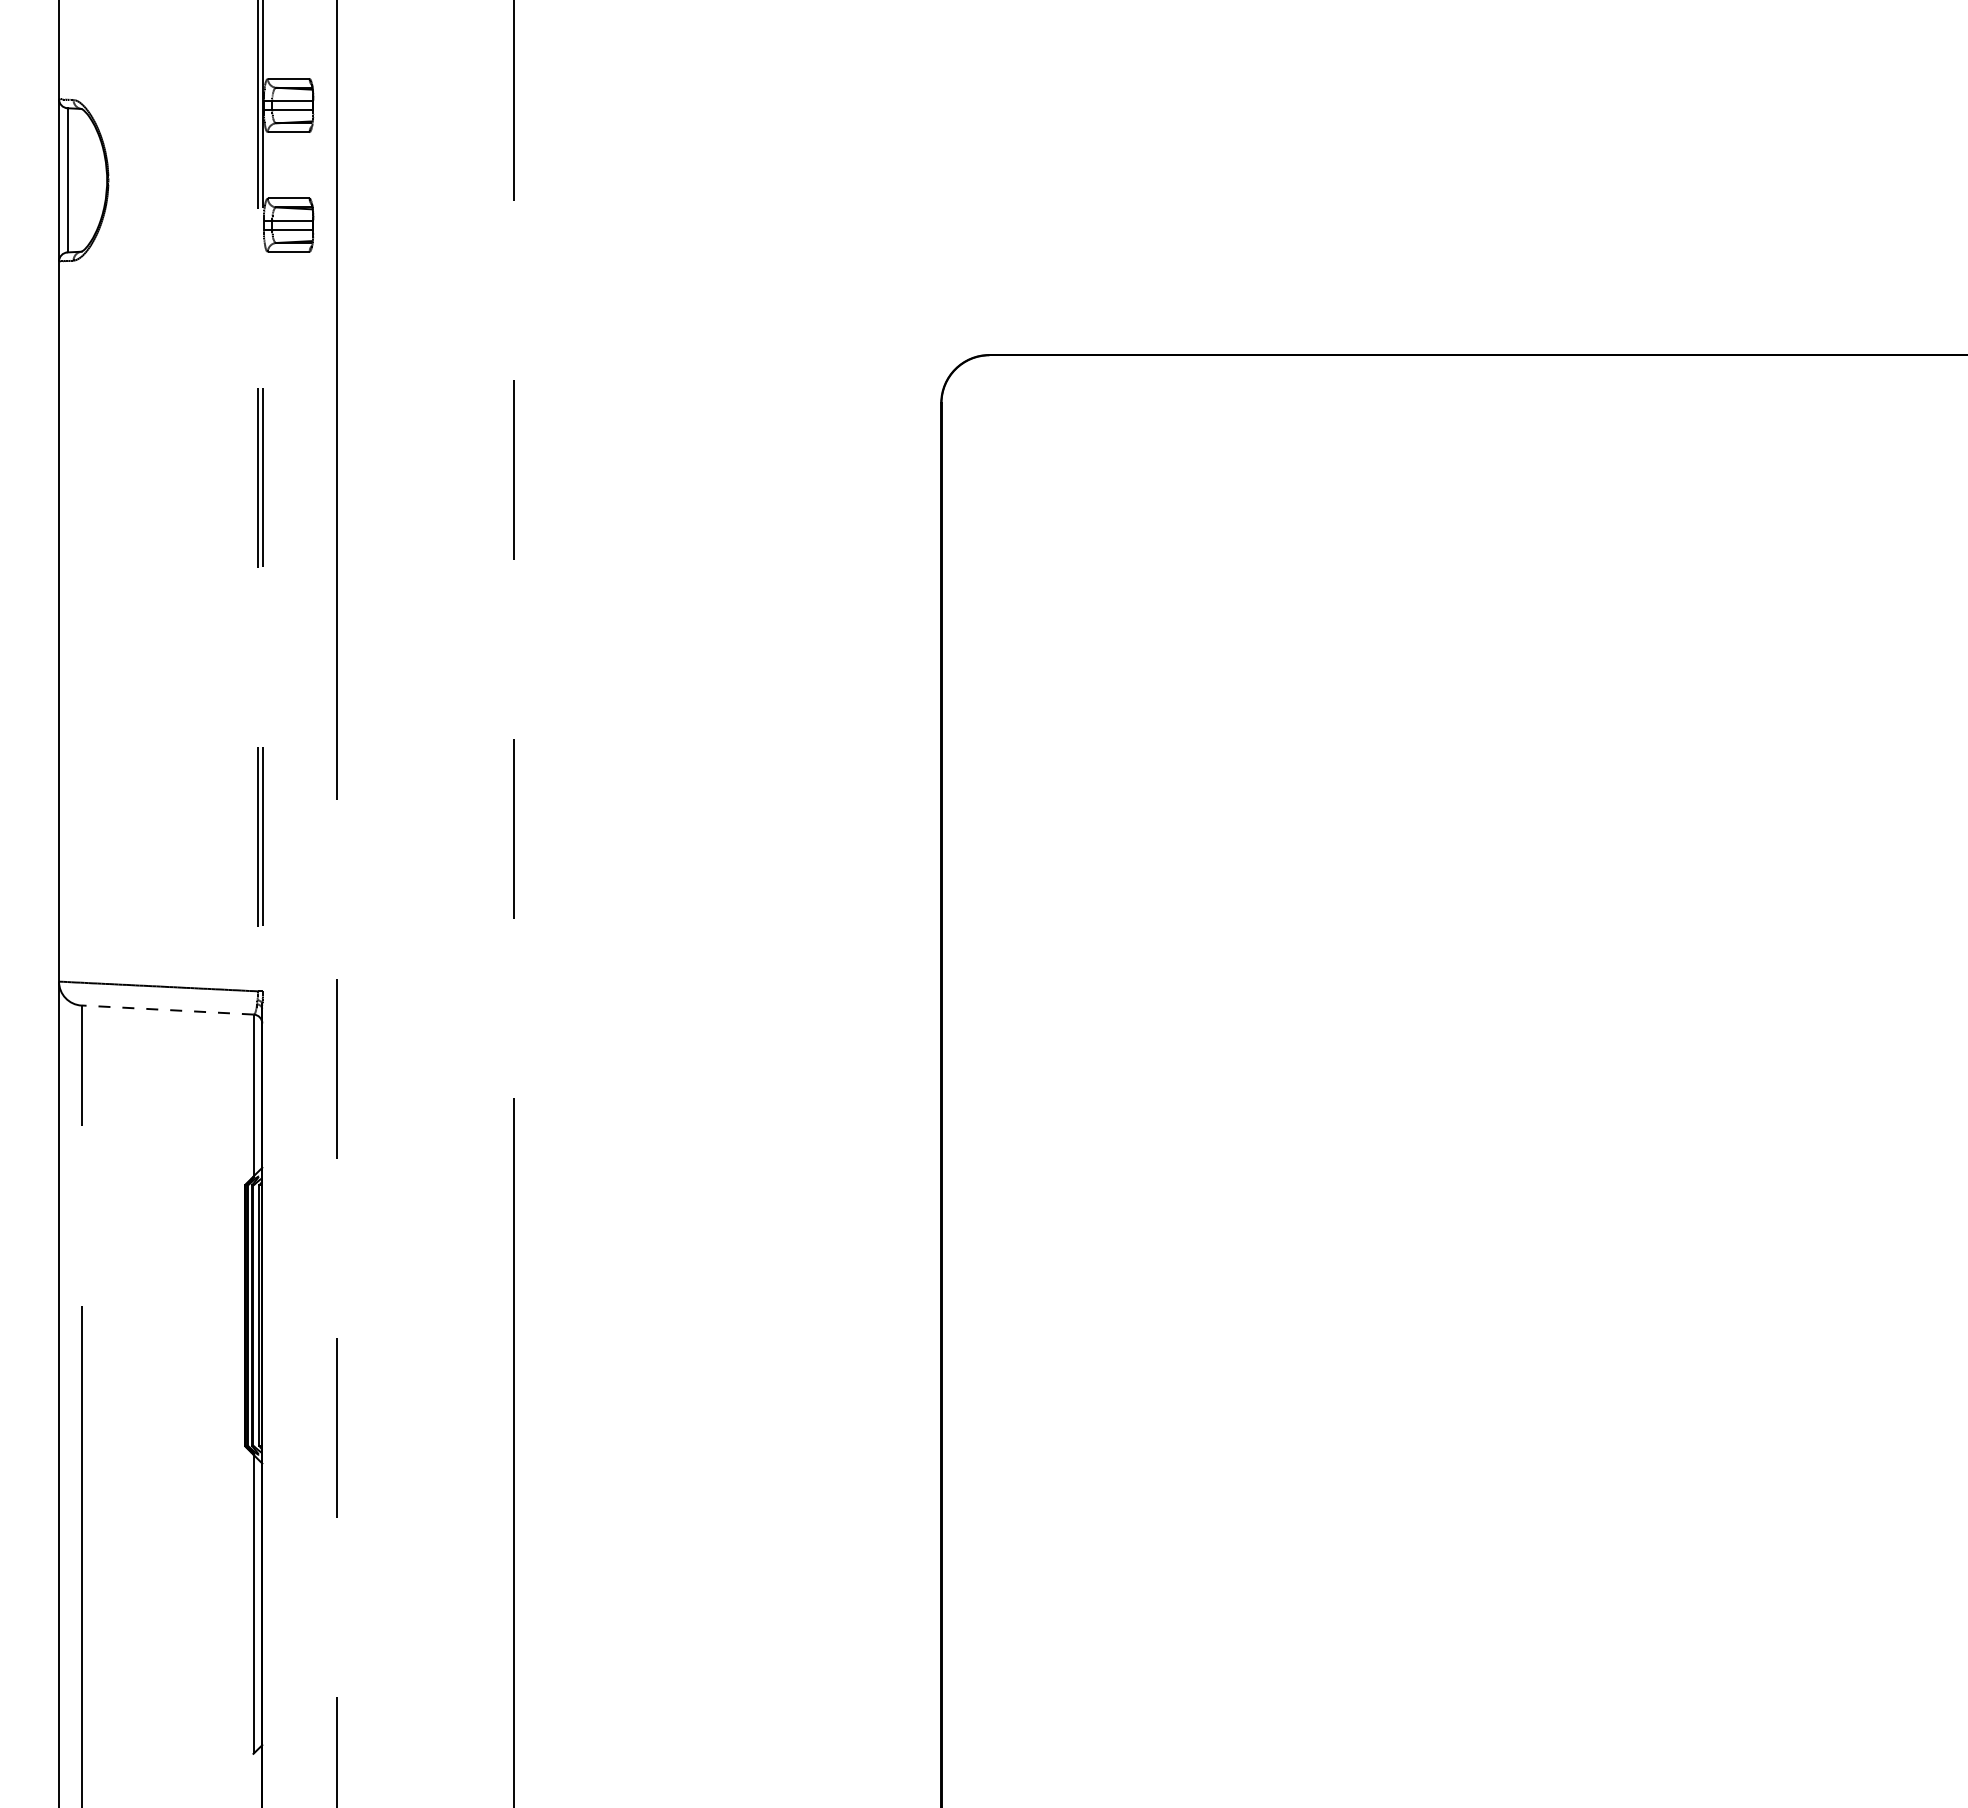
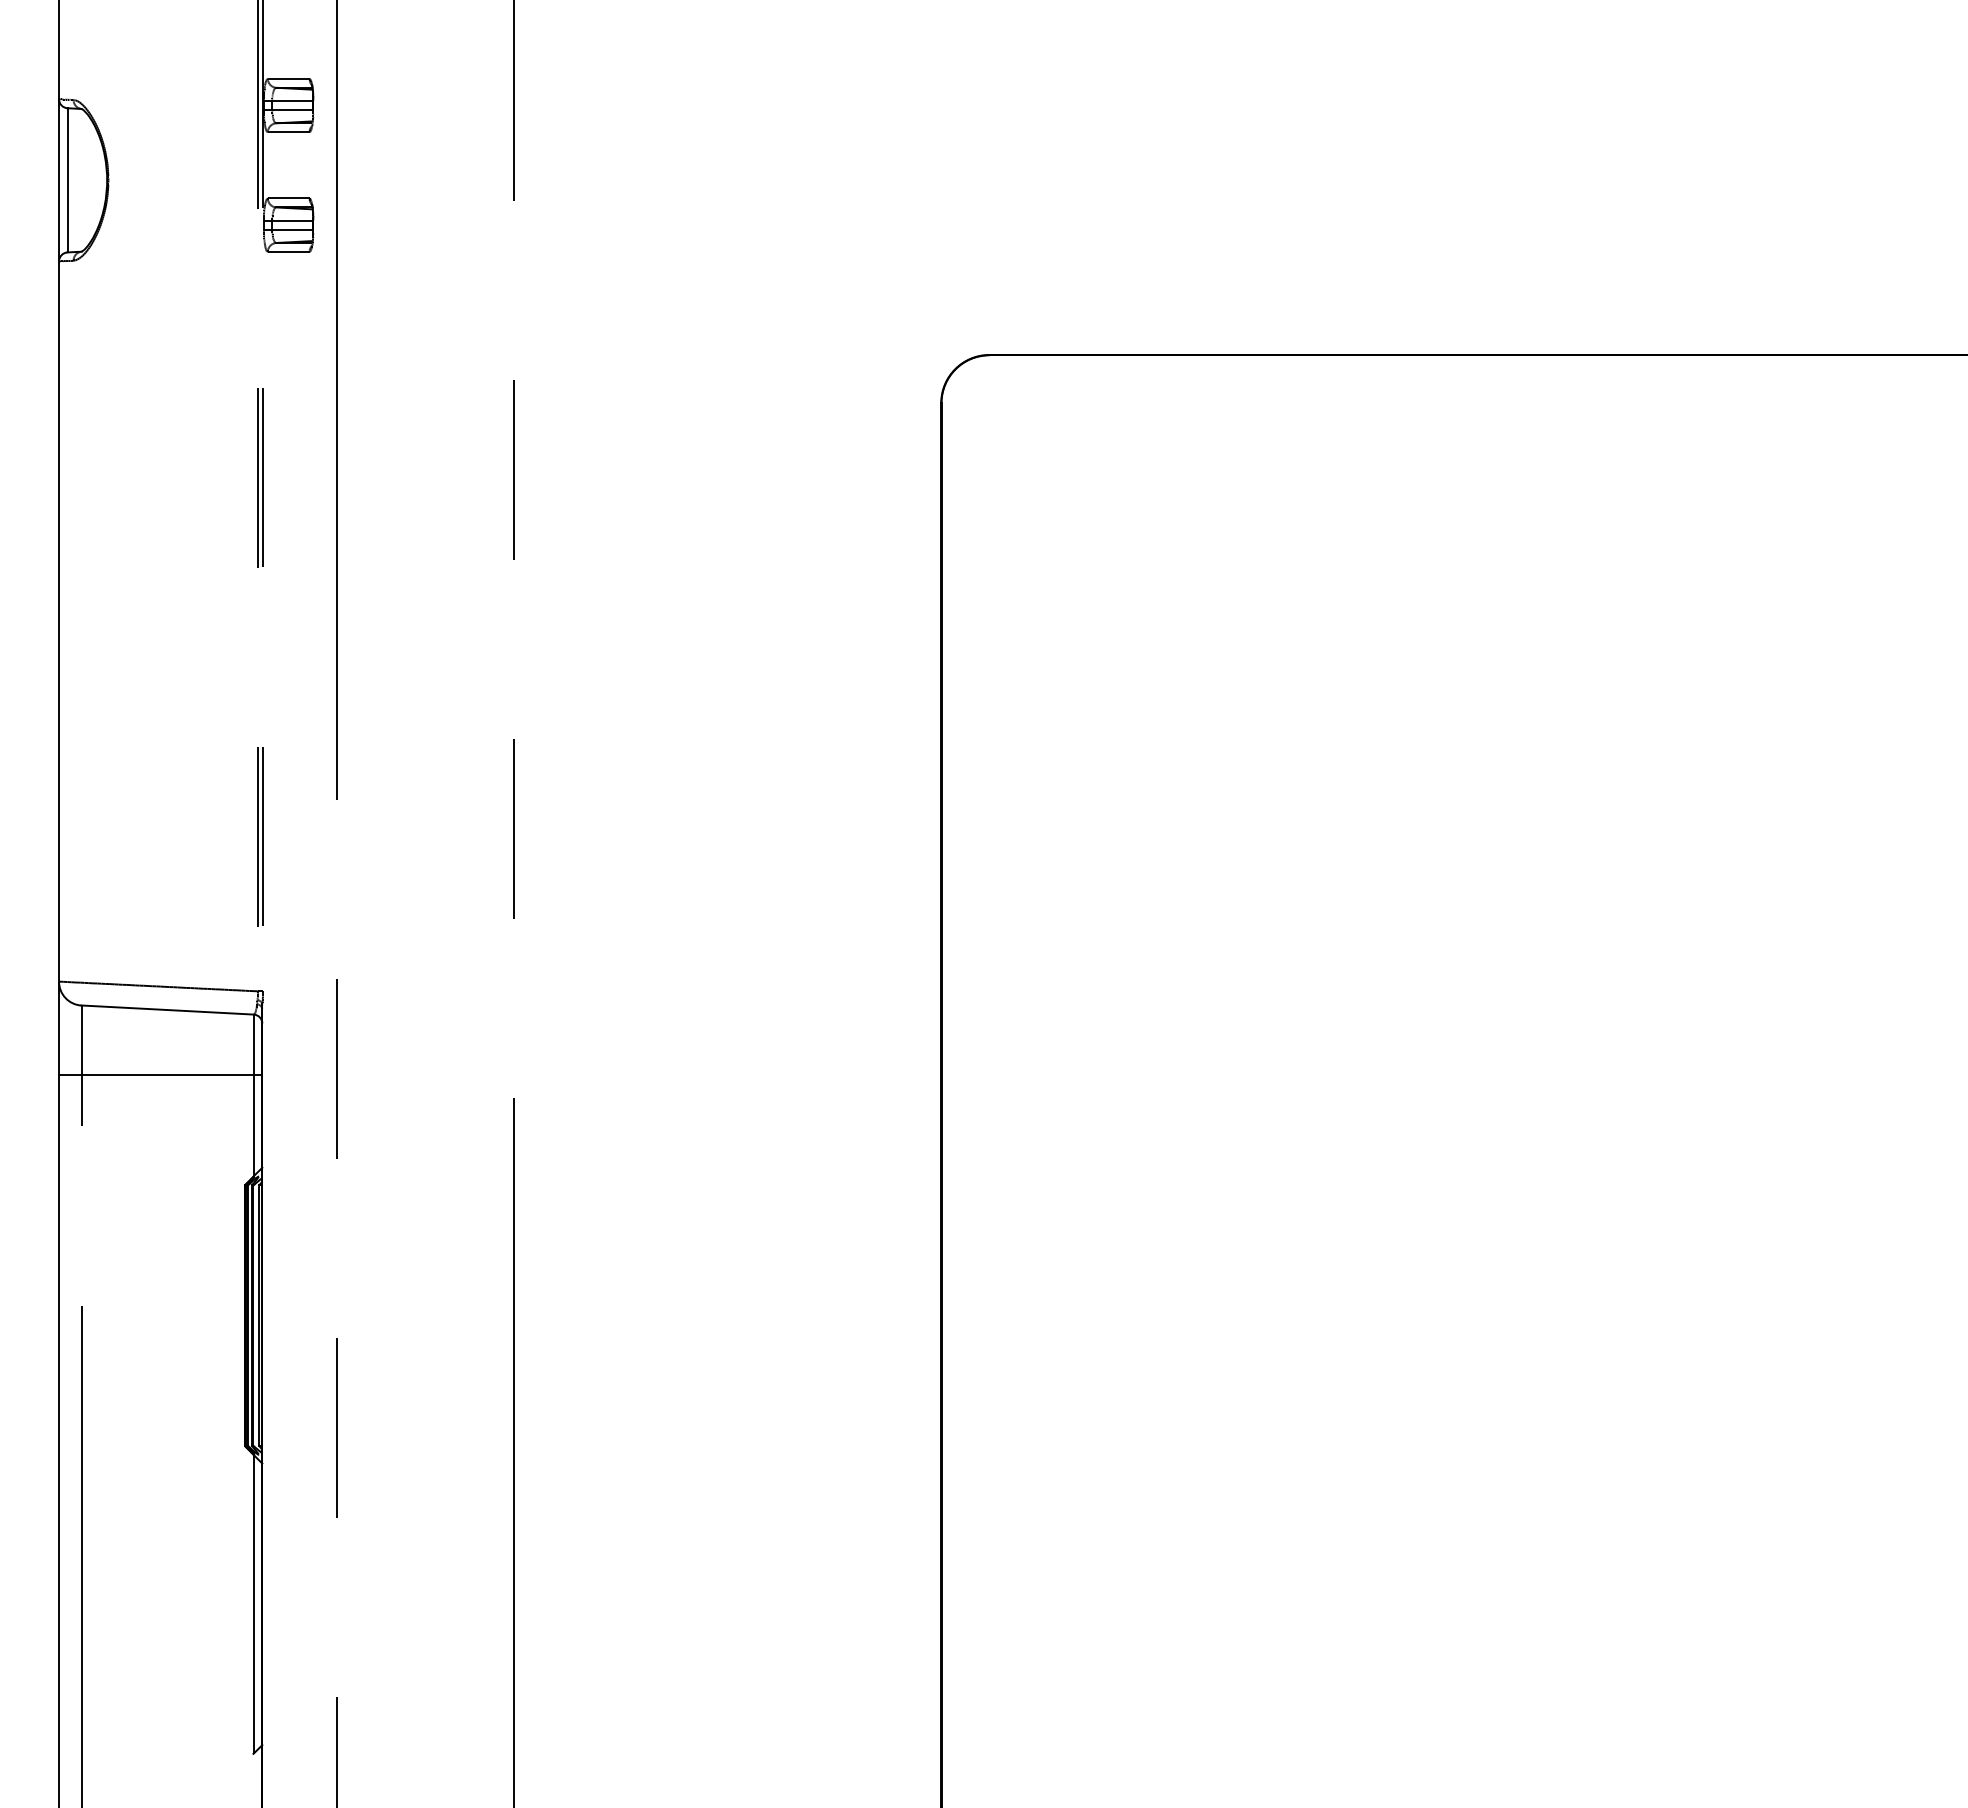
line at (167, 1010): dashed -> solid
line at (160, 1074): none -> present
